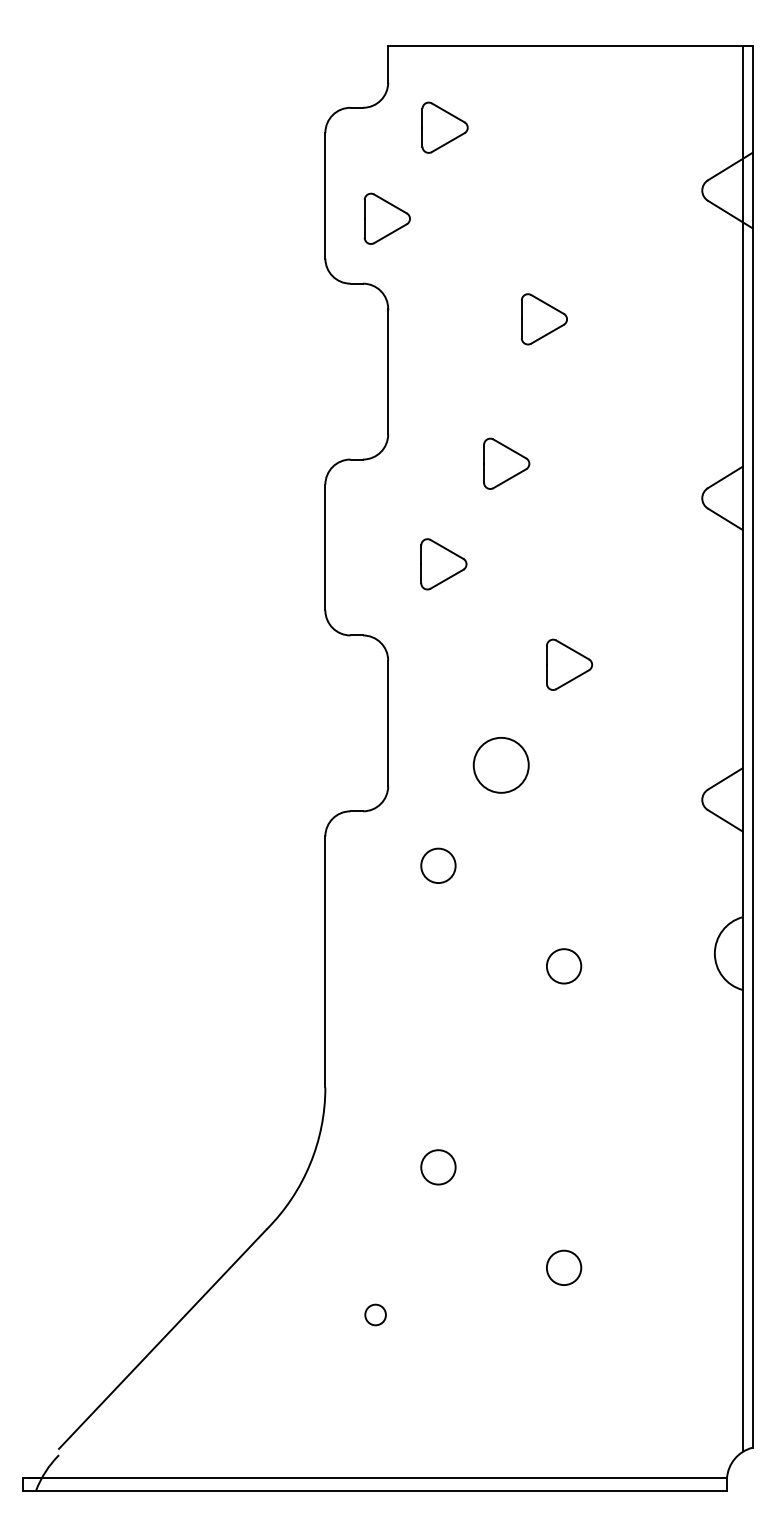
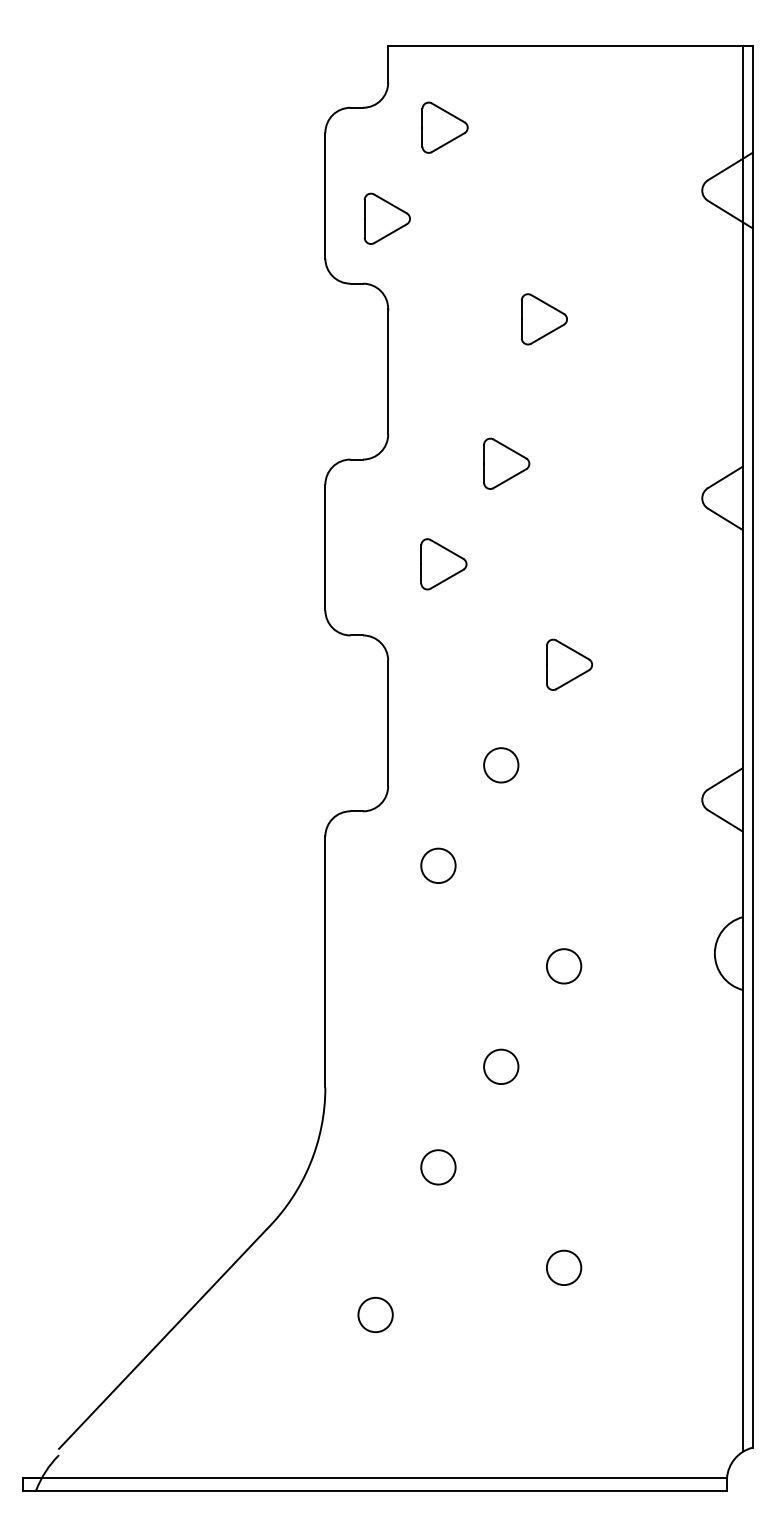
circle at (500, 764) diameter: 55 px -> 34 px
circle at (501, 1066): none -> present
circle at (375, 1314) diameter: 21 px -> 34 px
